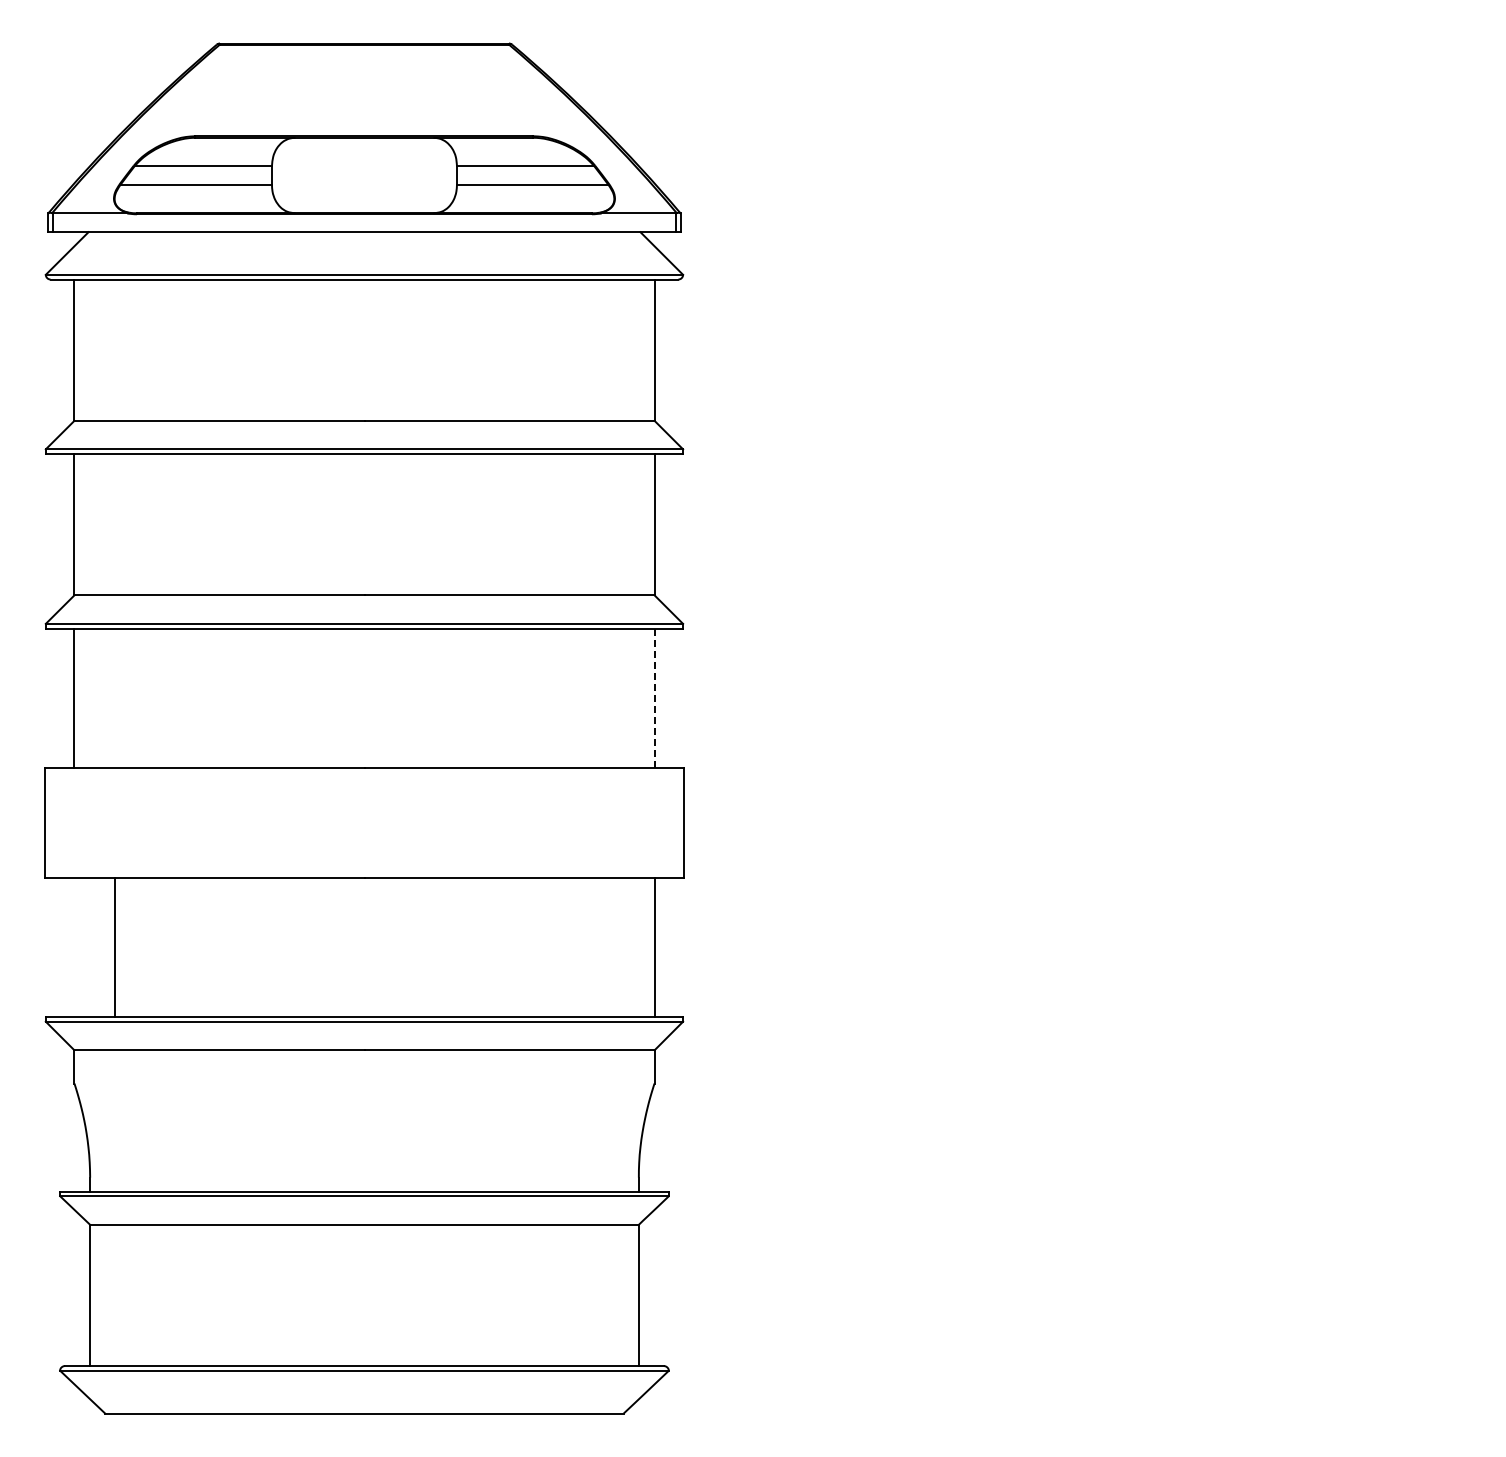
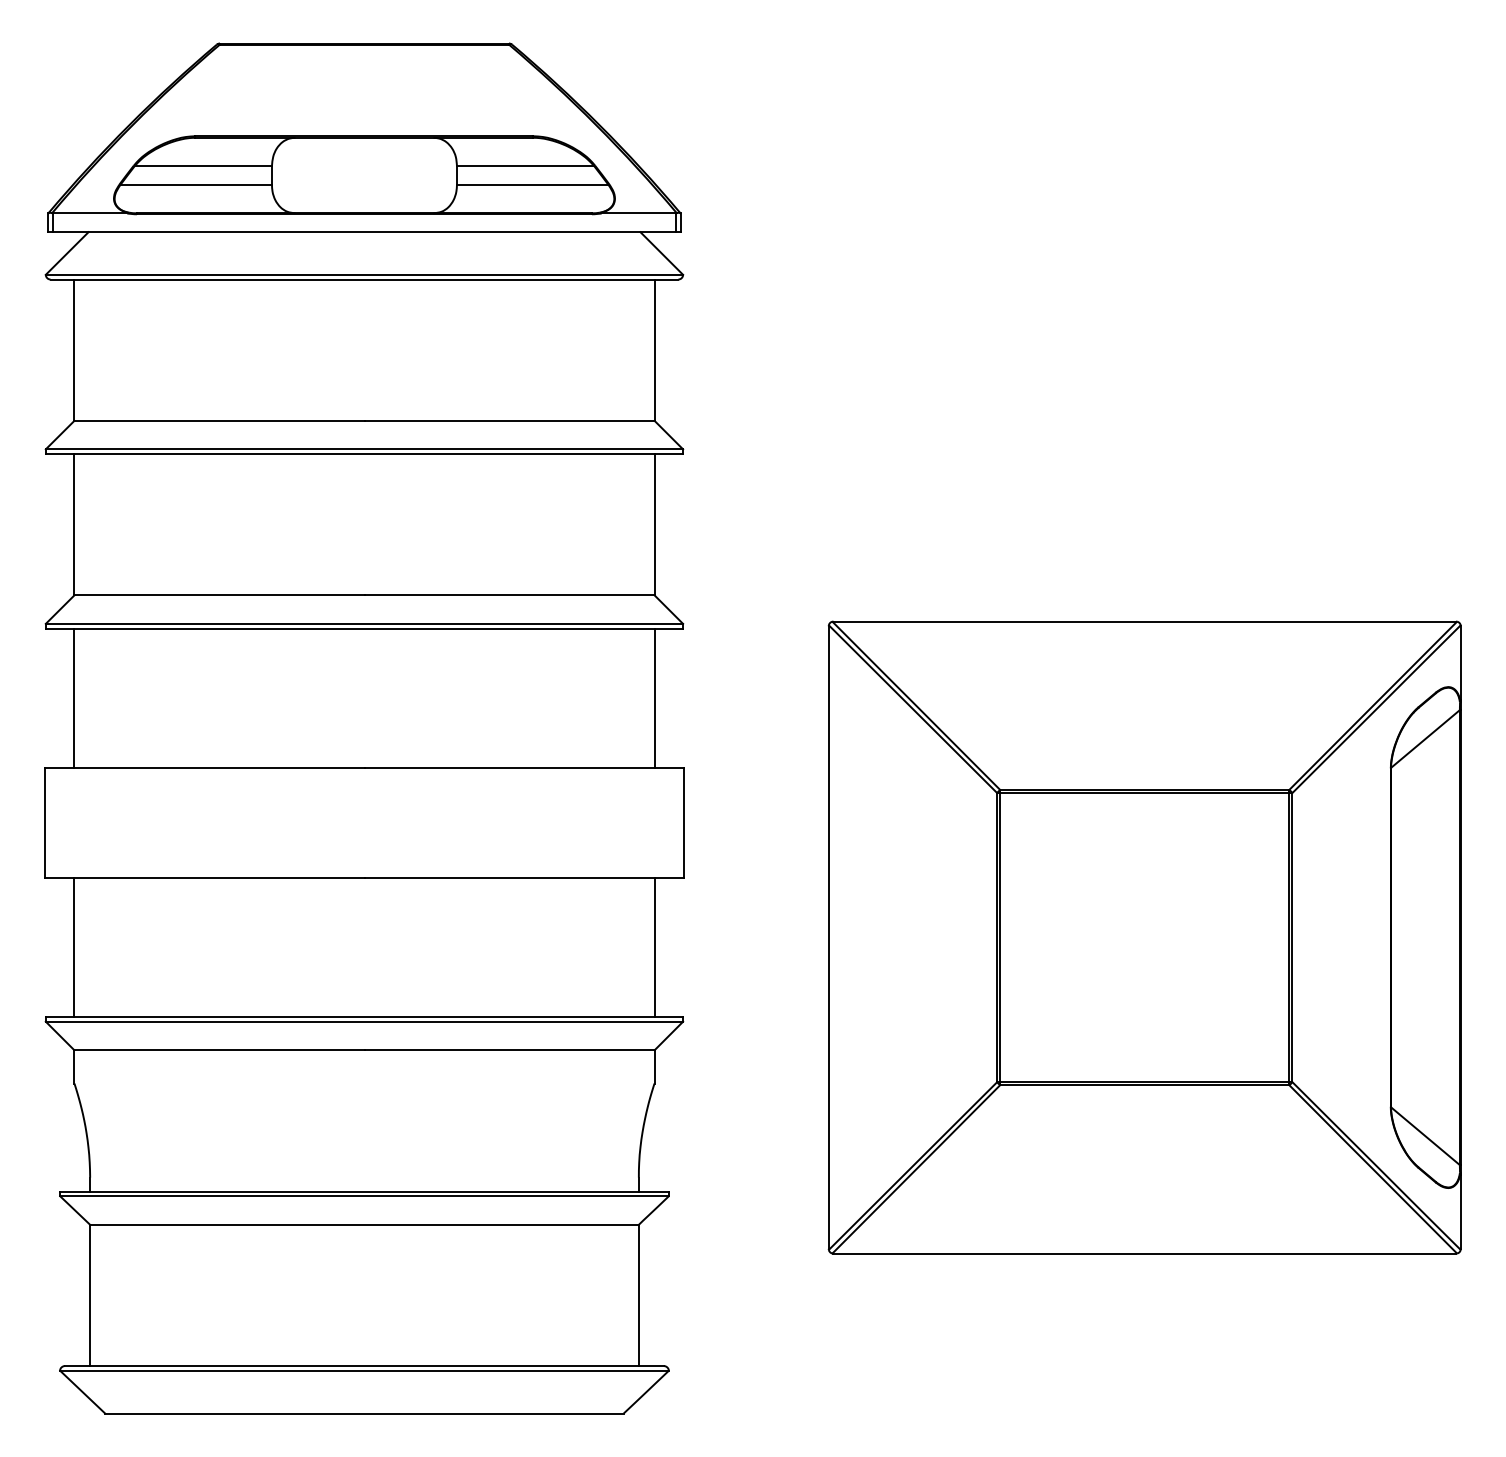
line at (654, 698): dashed -> solid
part at (1144, 937): none -> present
line at (115, 947) position: (115, 947) -> (74, 947)
